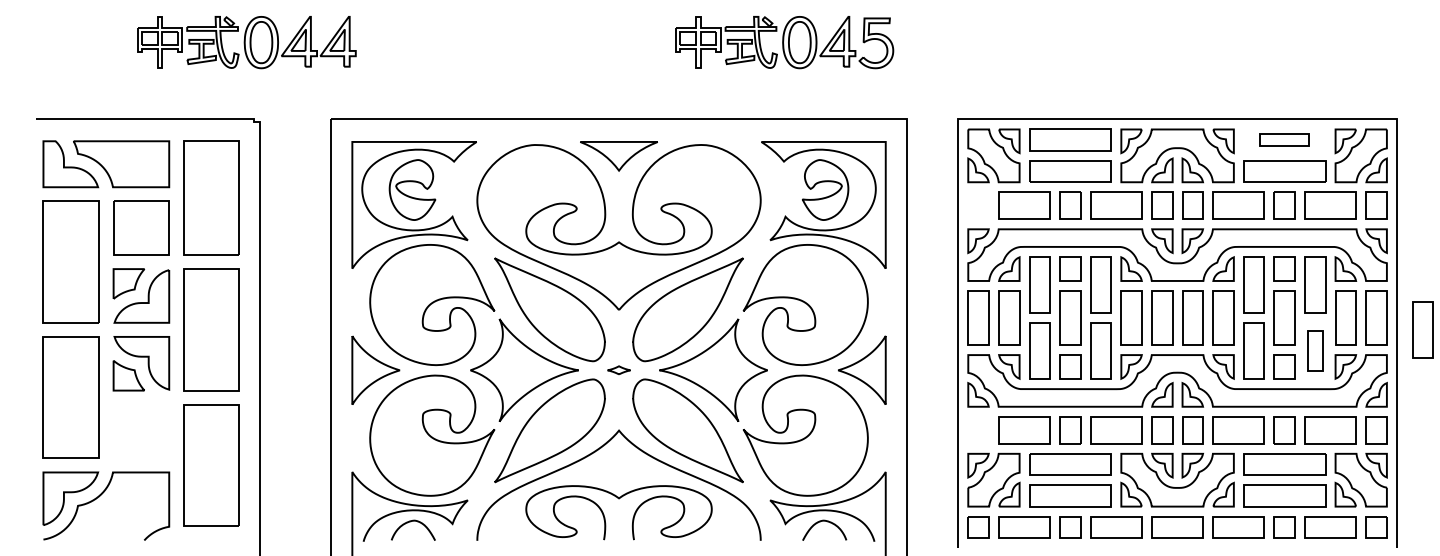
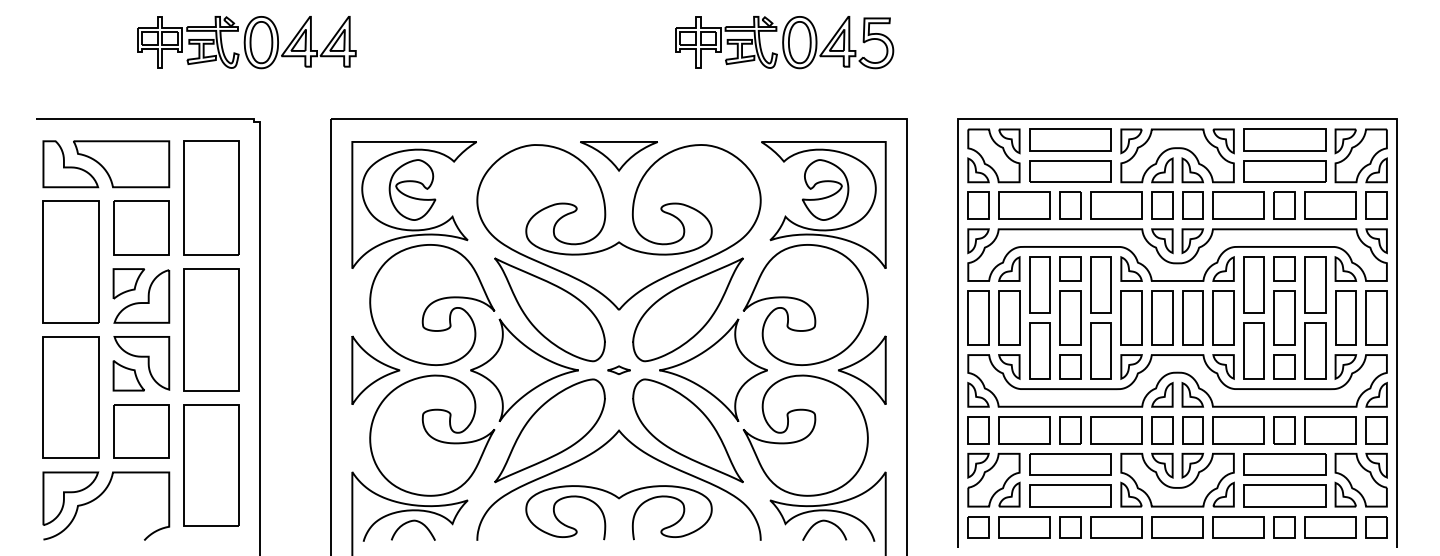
part at (1284, 139) size: 51x14 px -> 84x24 px
part at (978, 205): none -> present
part at (1422, 329): present -> none
part at (1315, 350) size: 17x42 px -> 23x58 px
part at (978, 430): none -> present
part at (141, 431): none -> present
